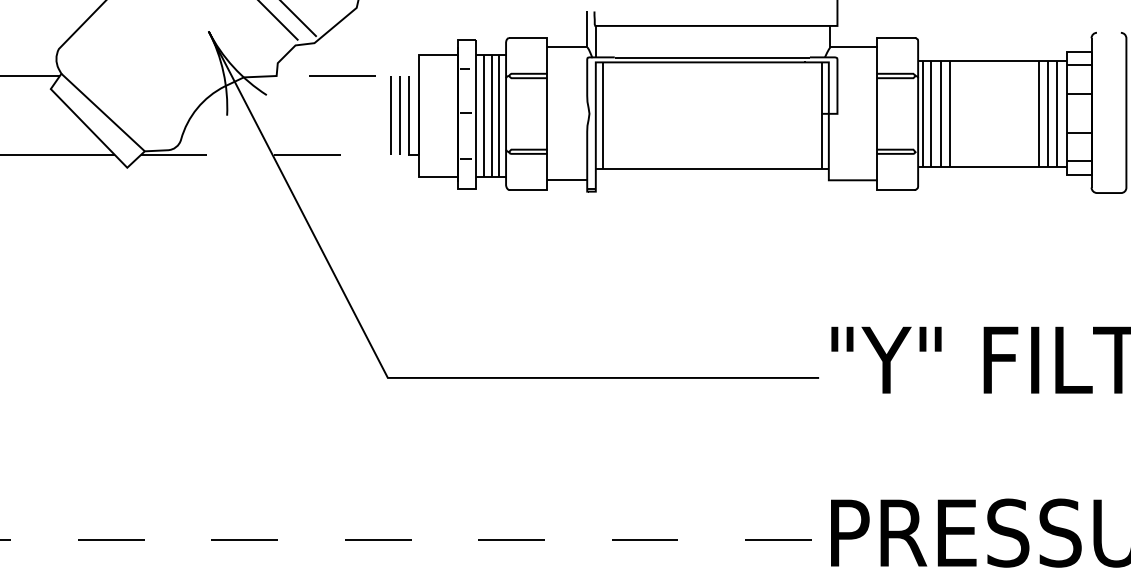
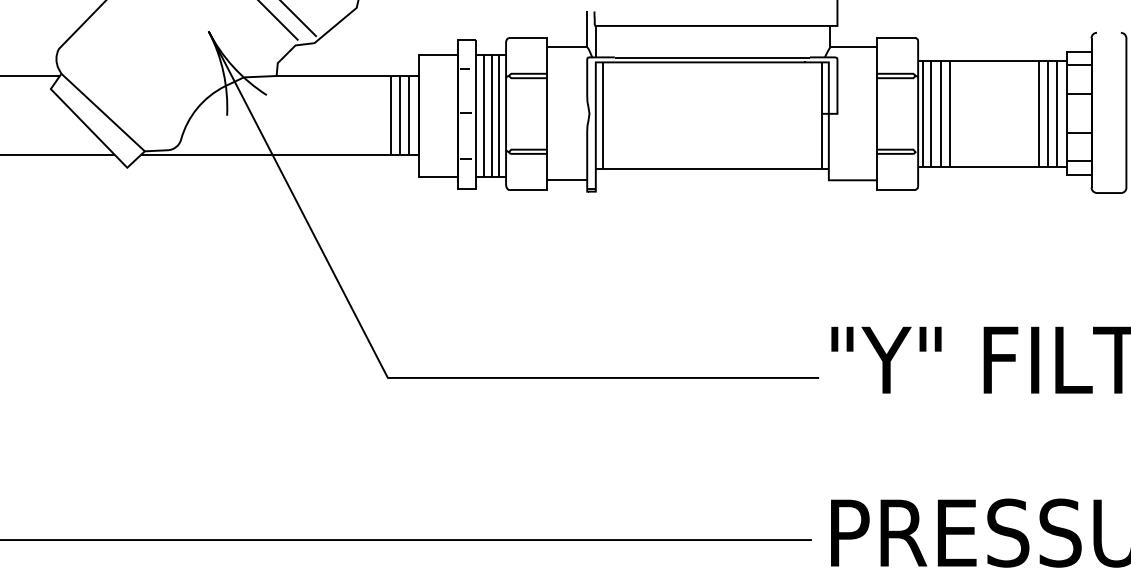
line at (392, 155): dashed -> solid
line at (405, 540): dashed -> solid
